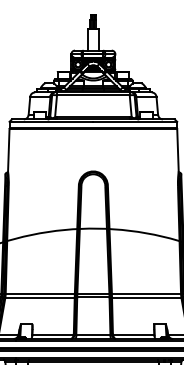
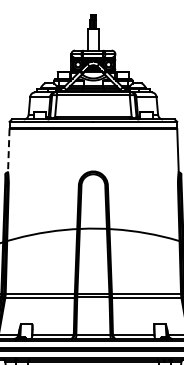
line at (8, 150): solid -> dashed
